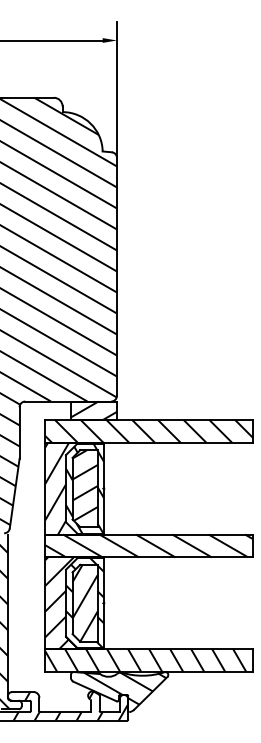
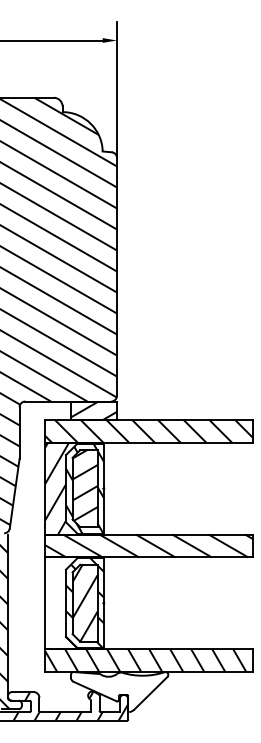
hatch at (72, 603): present -> none
hatch at (125, 688): present -> none
